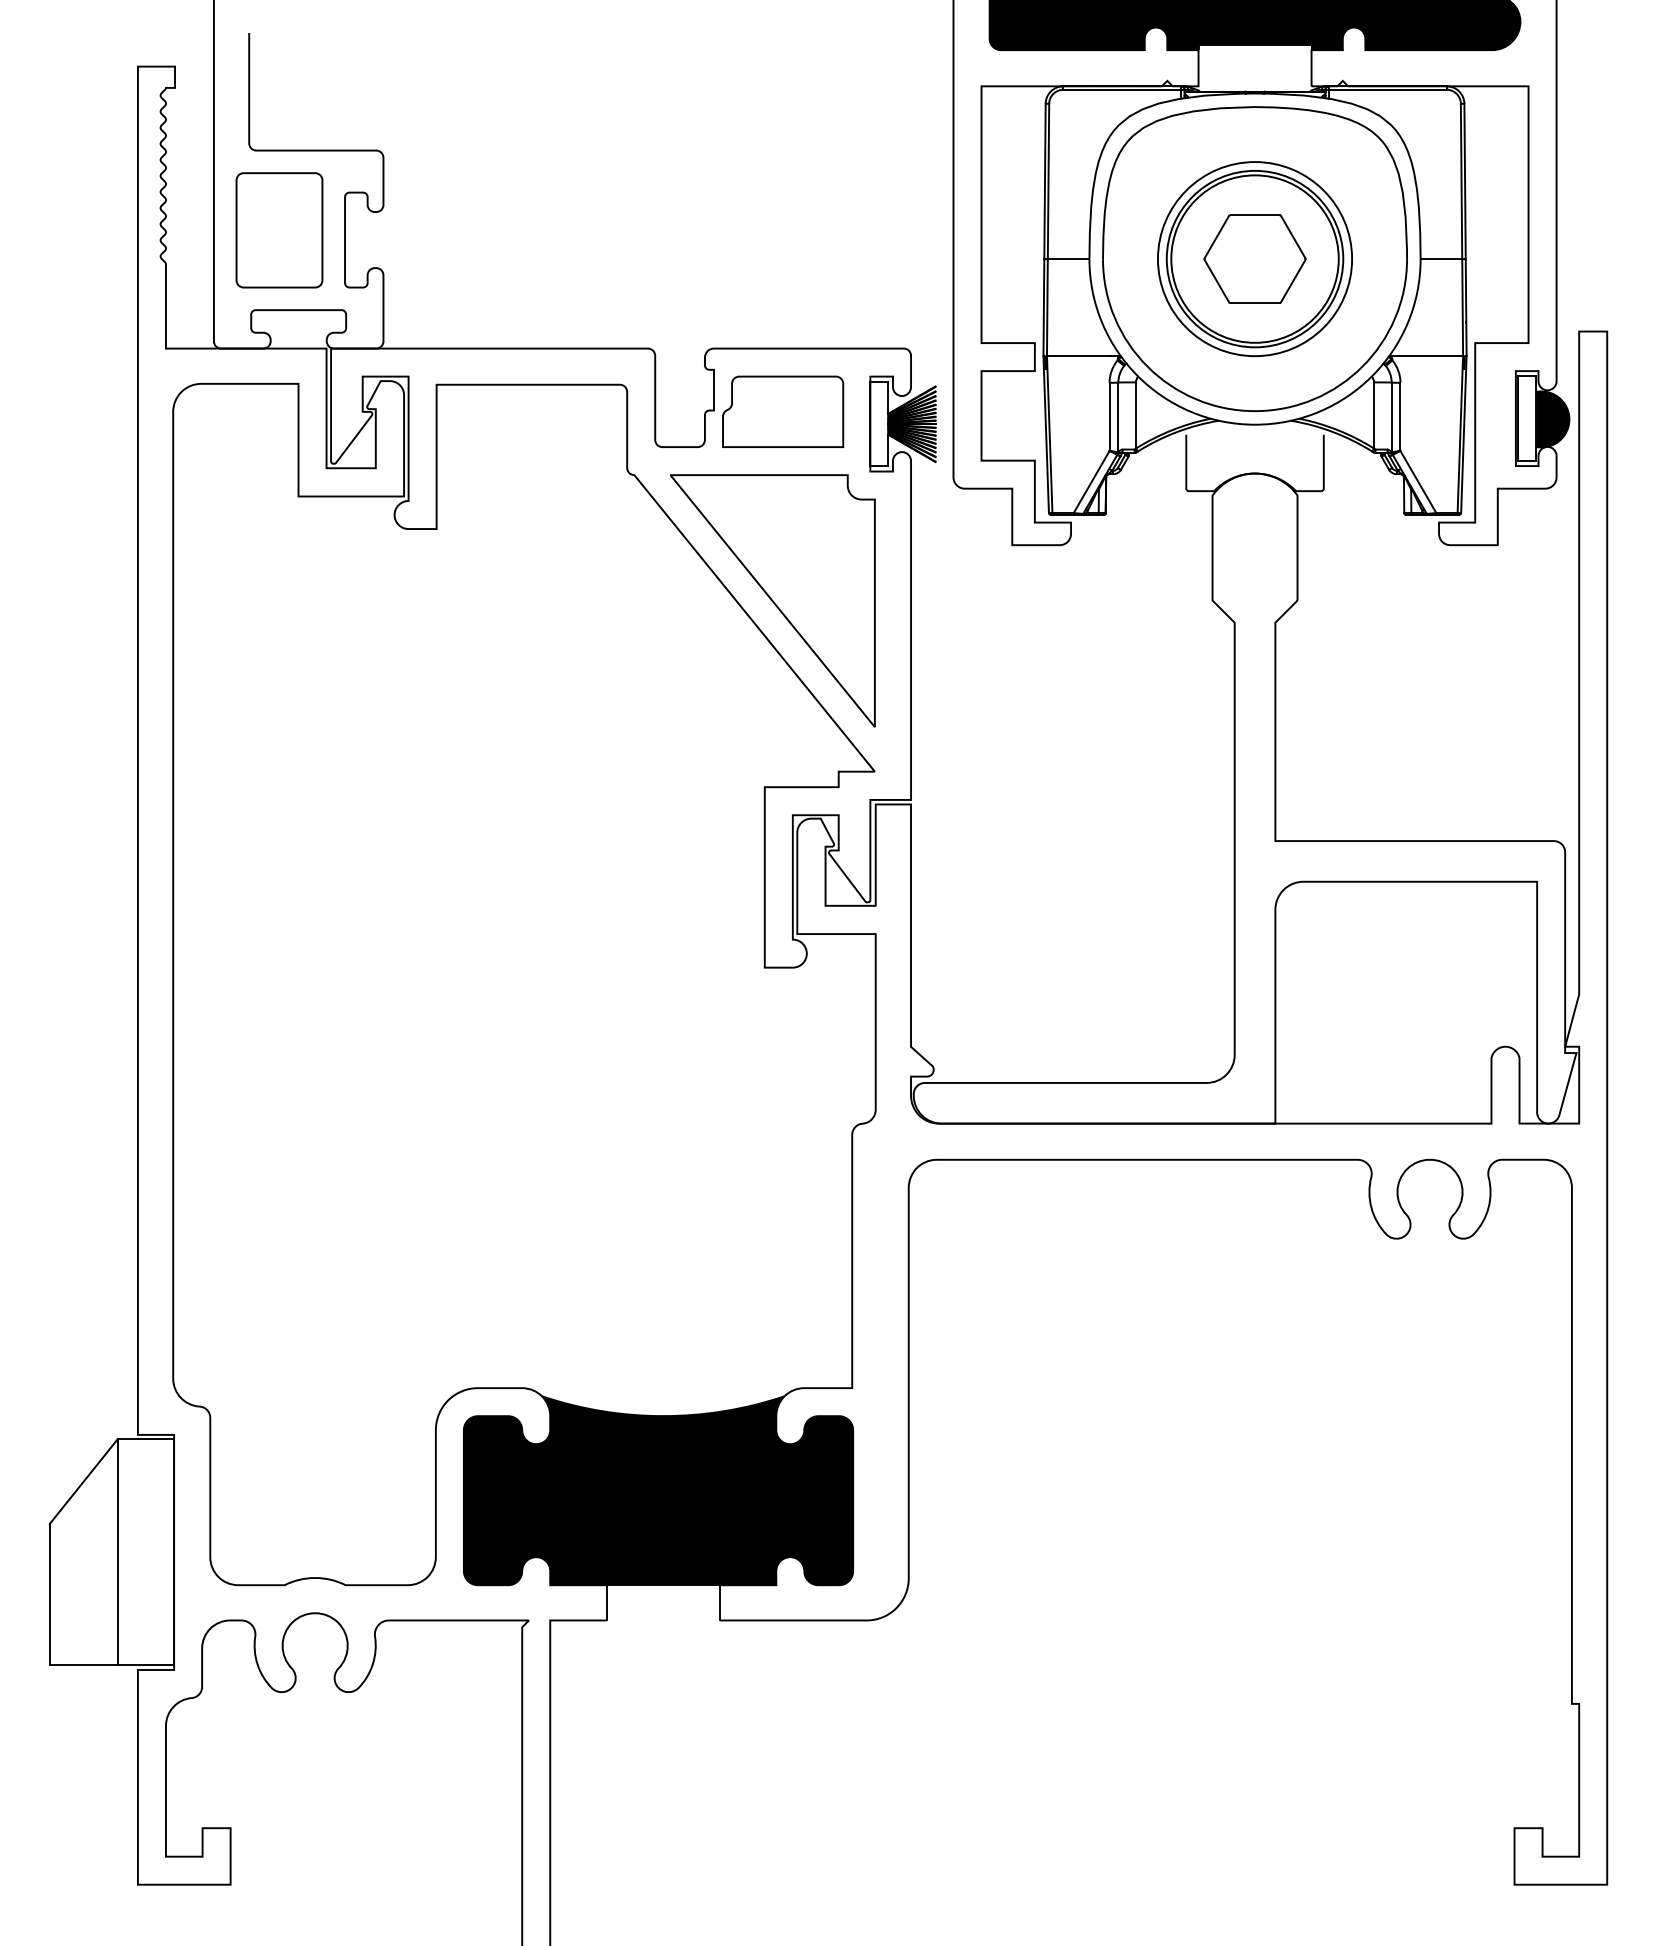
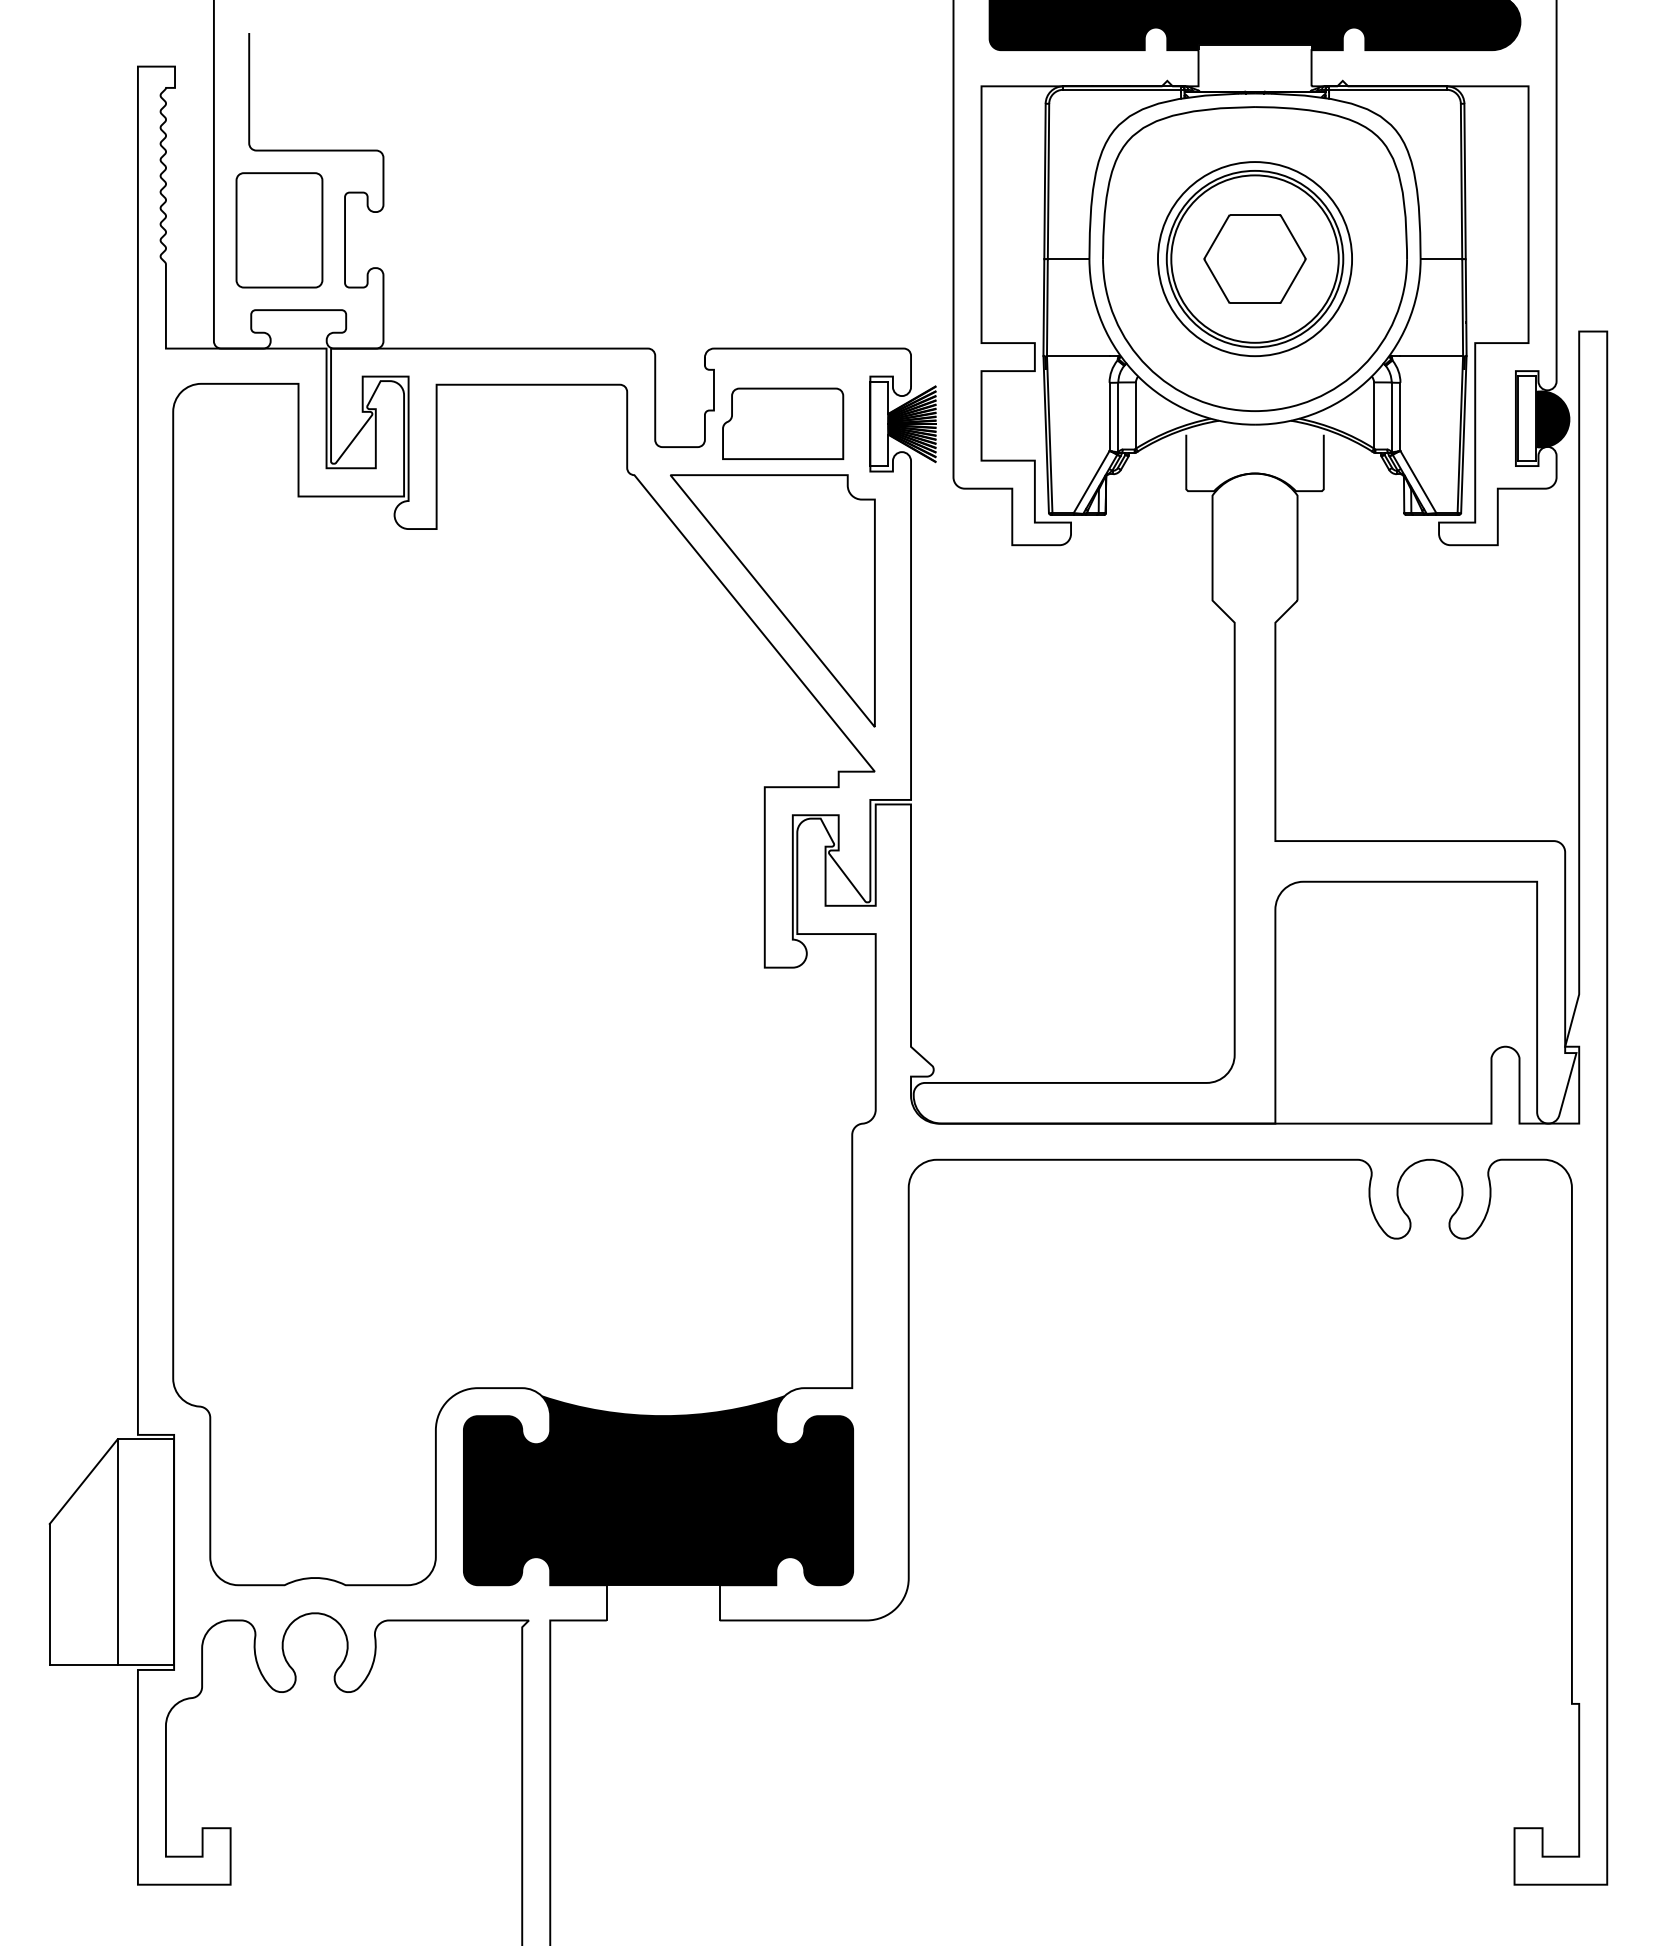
part at (783, 411) position: (783, 411) -> (783, 423)
